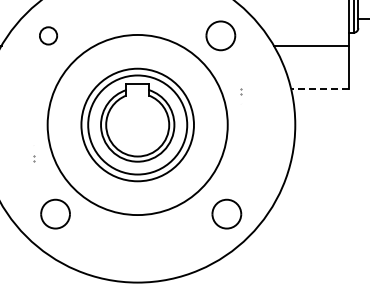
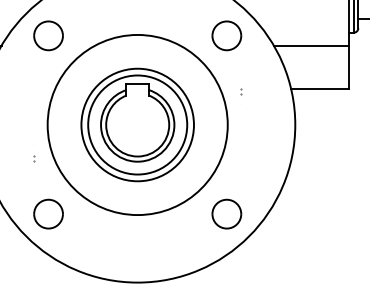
part at (48, 35) size: 19x20 px -> 31x32 px
part at (220, 35) position: (220, 35) -> (226, 35)
line at (319, 89): dashed -> solid
part at (55, 213) position: (55, 213) -> (48, 213)
